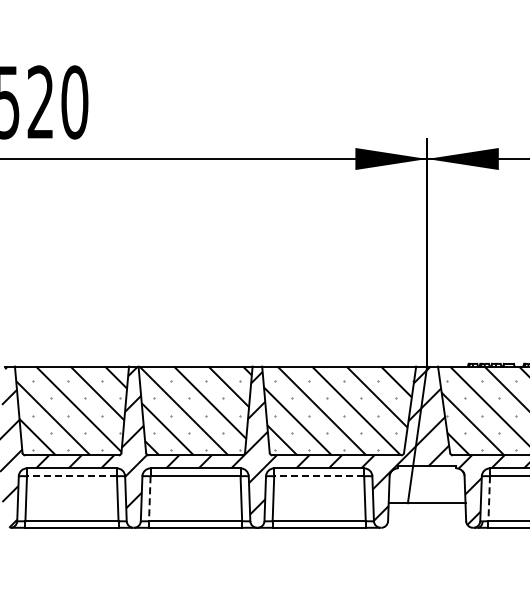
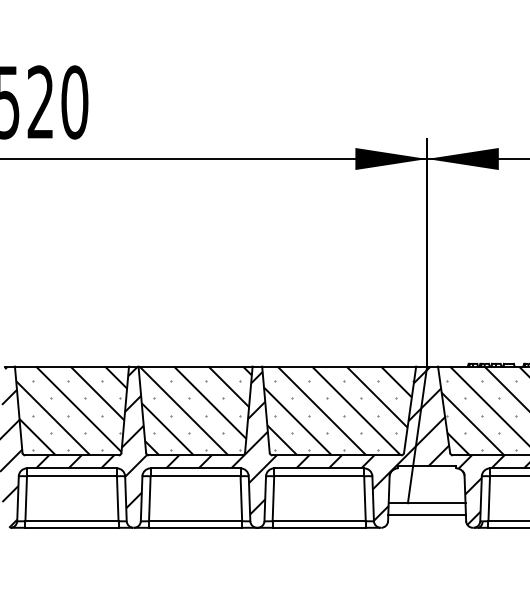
line at (71, 476): dashed -> solid
line at (319, 476): dashed -> solid
line at (149, 499): dashed -> solid
line at (489, 499): dashed -> solid
line at (426, 514): none -> present
